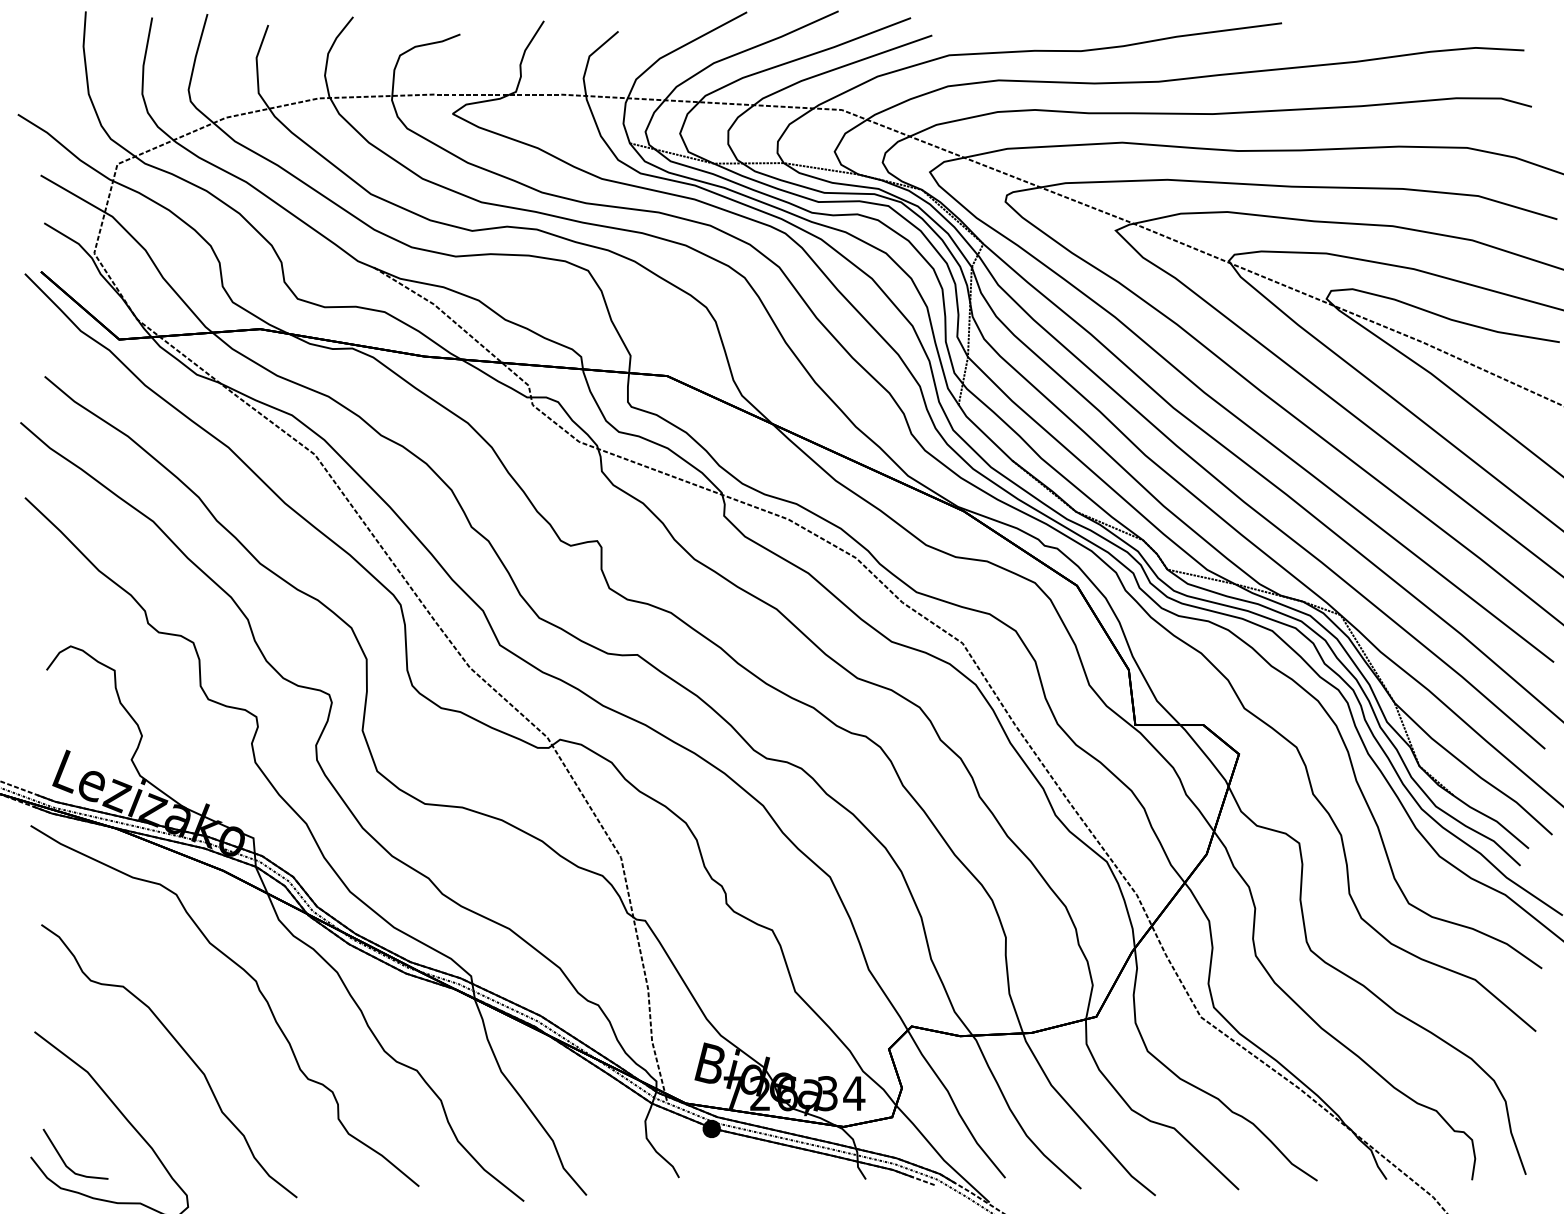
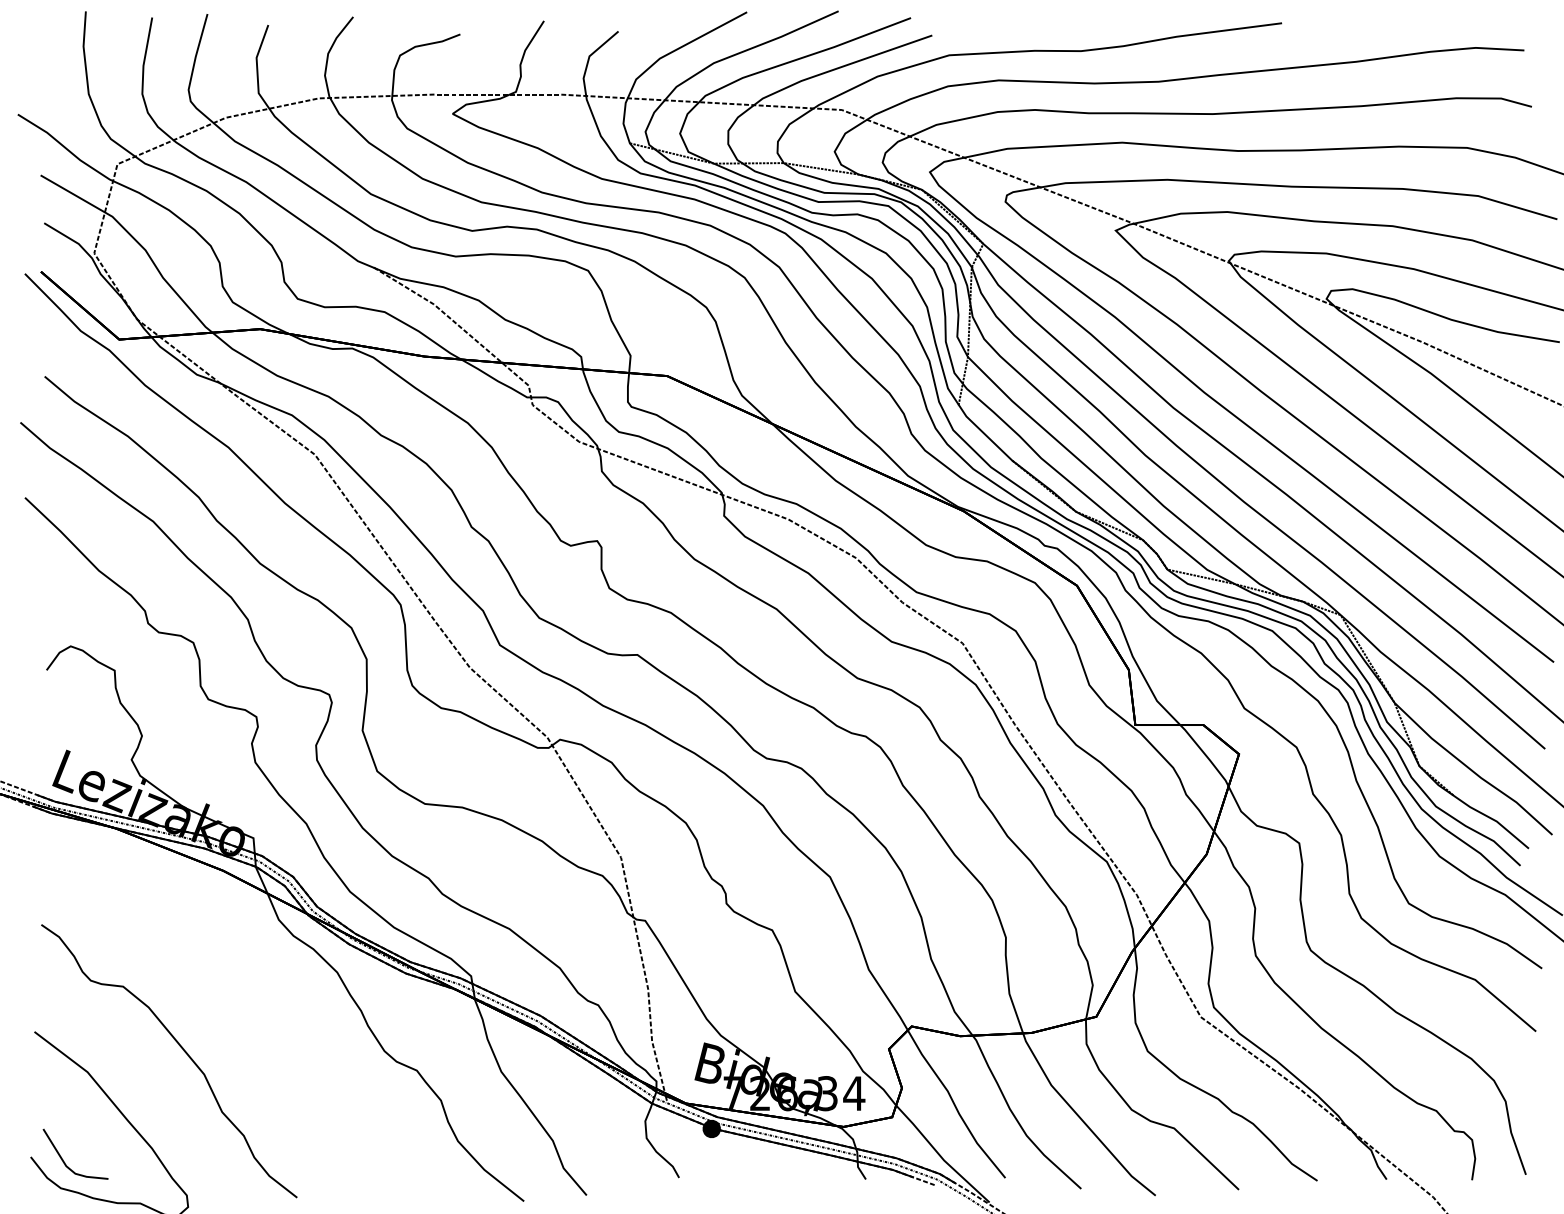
part at (257, 988): present -> none
